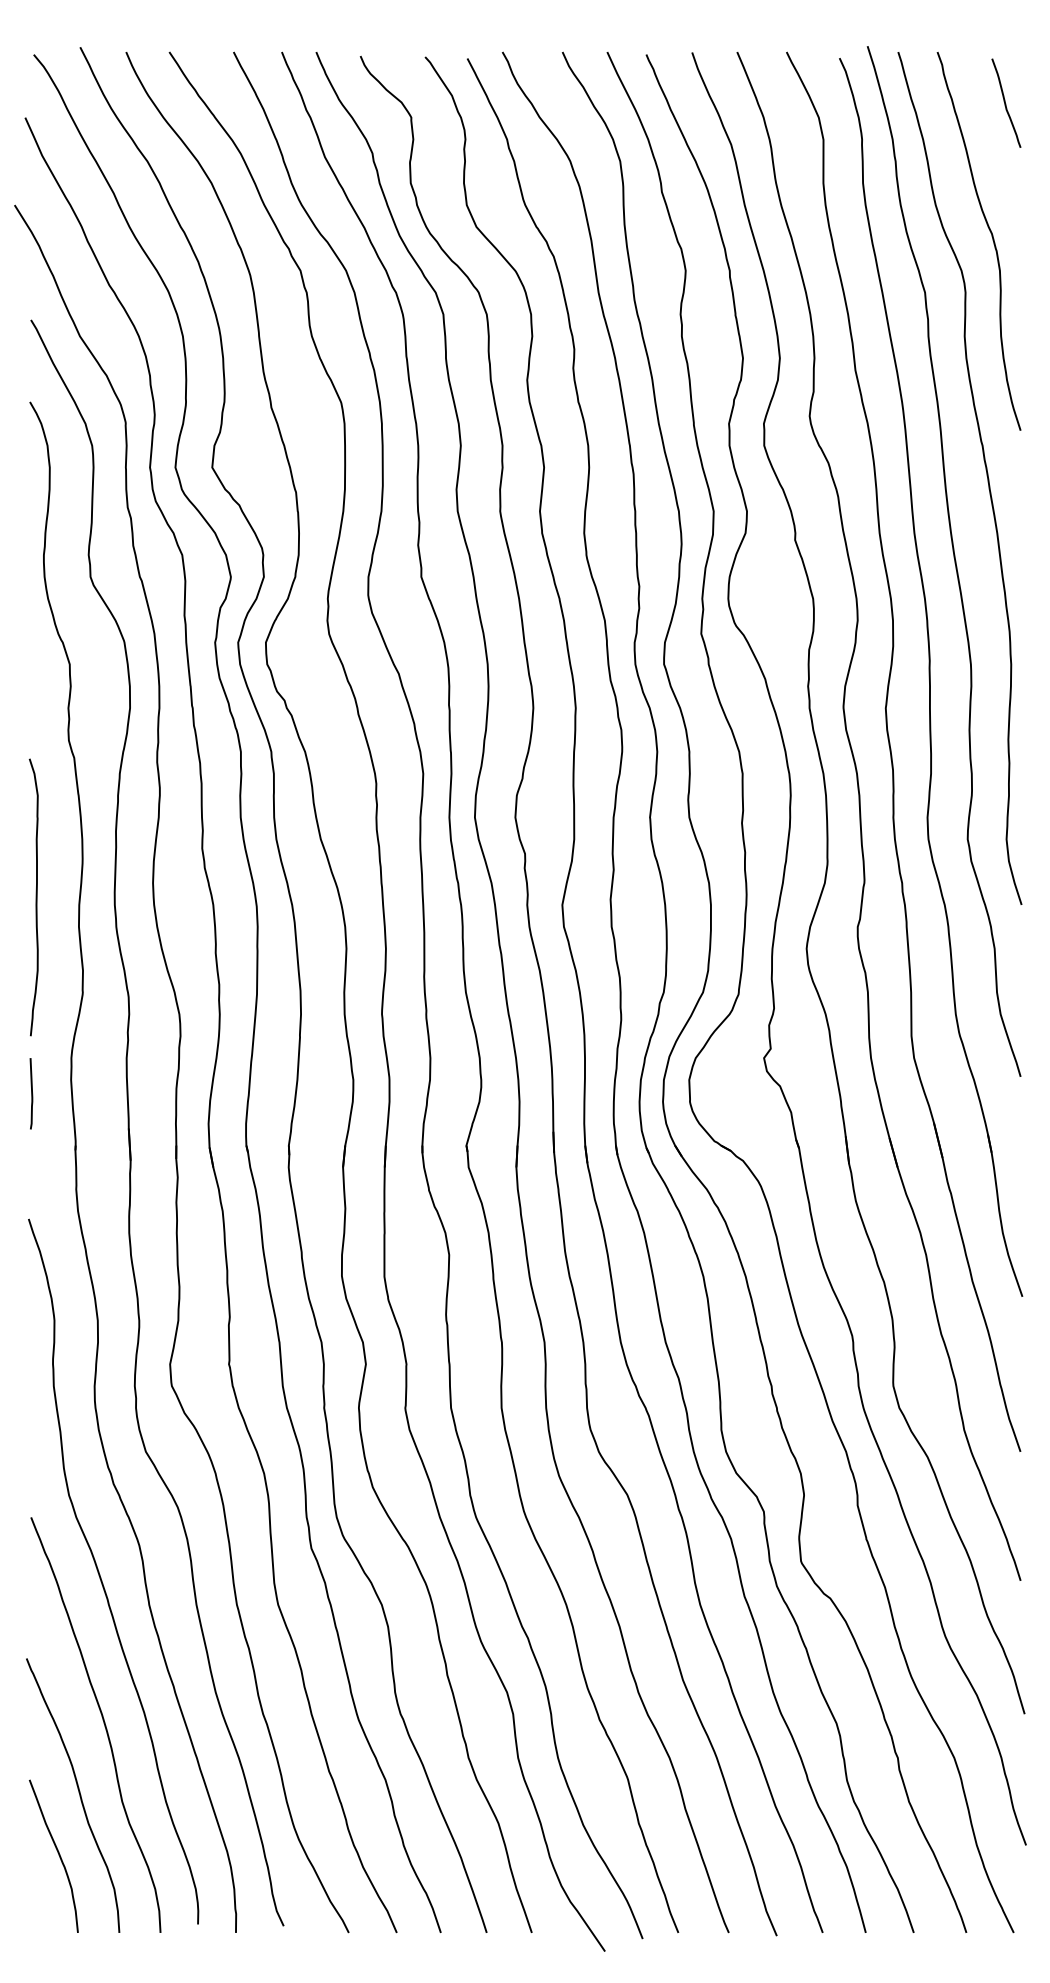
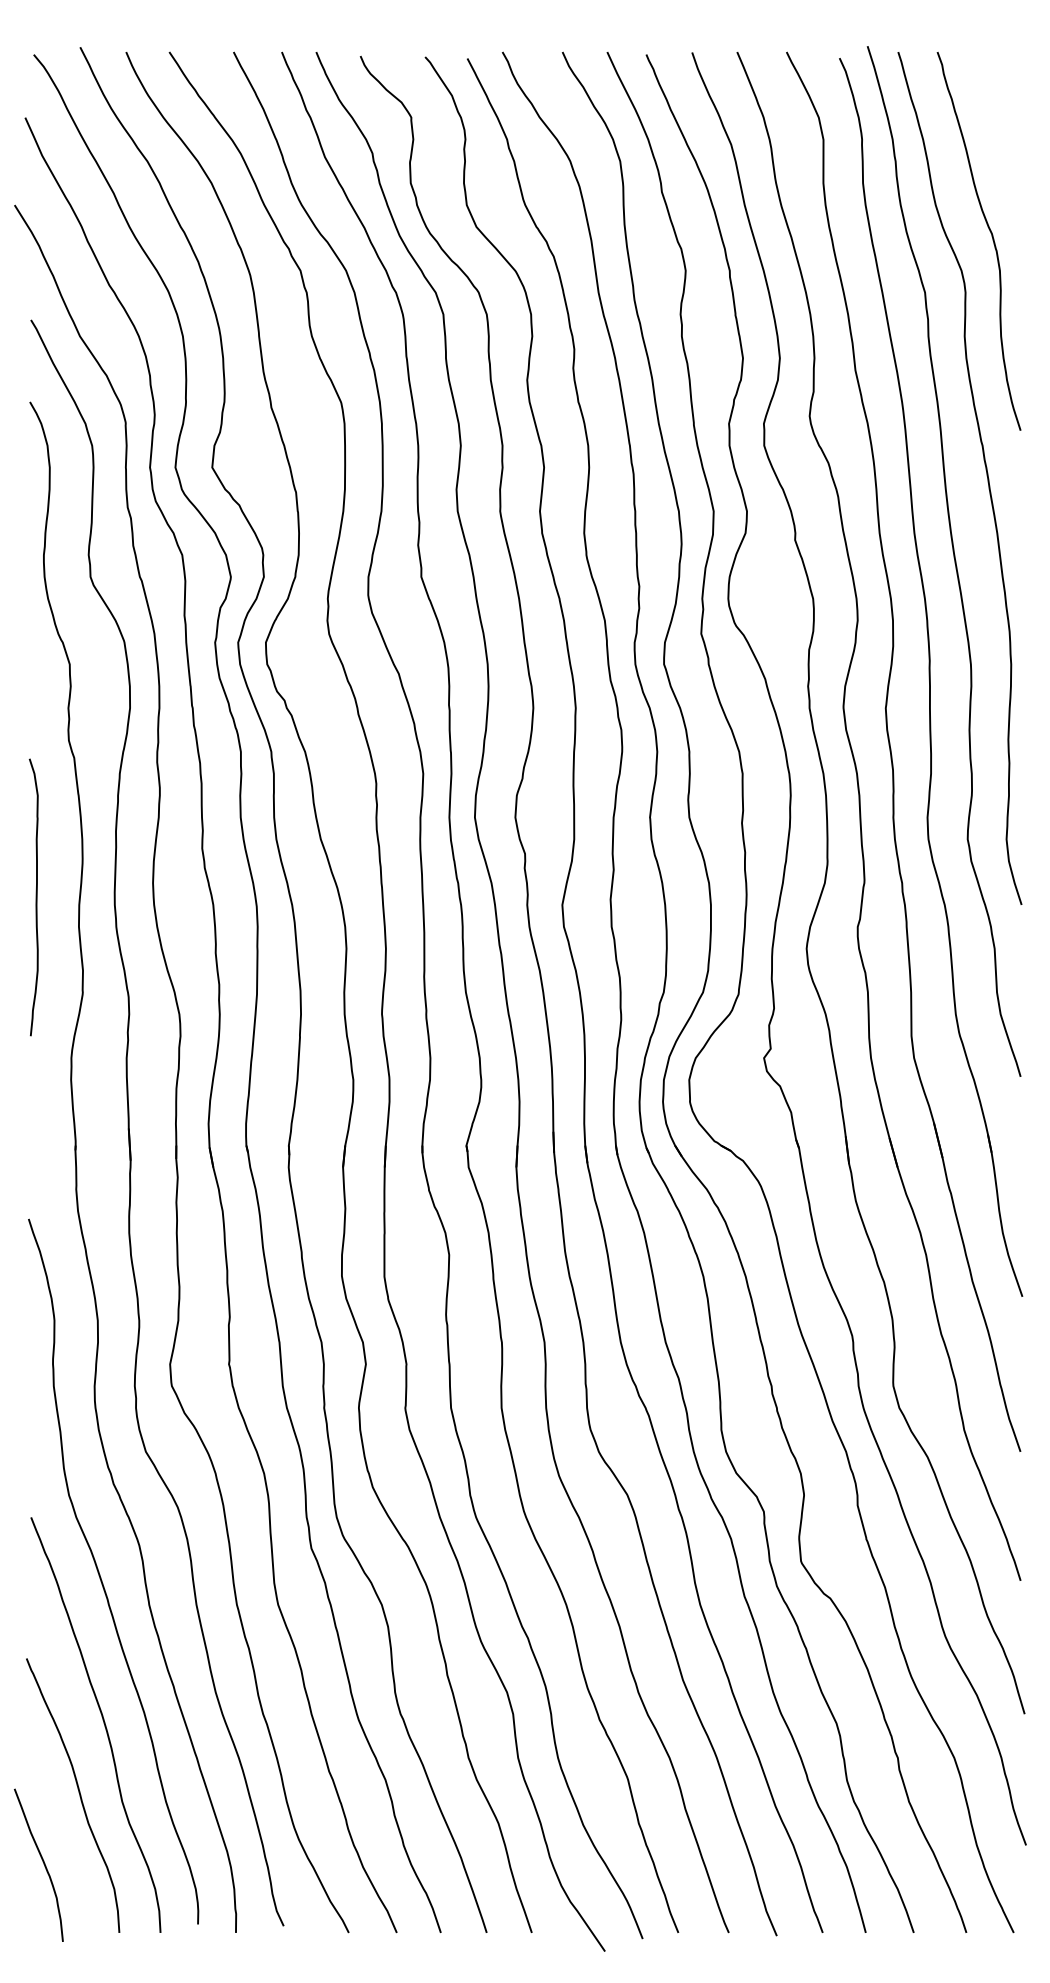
curve at (1005, 102): present -> none
curve at (31, 1093): present -> none
curve at (57, 1852) position: (57, 1852) -> (42, 1861)
